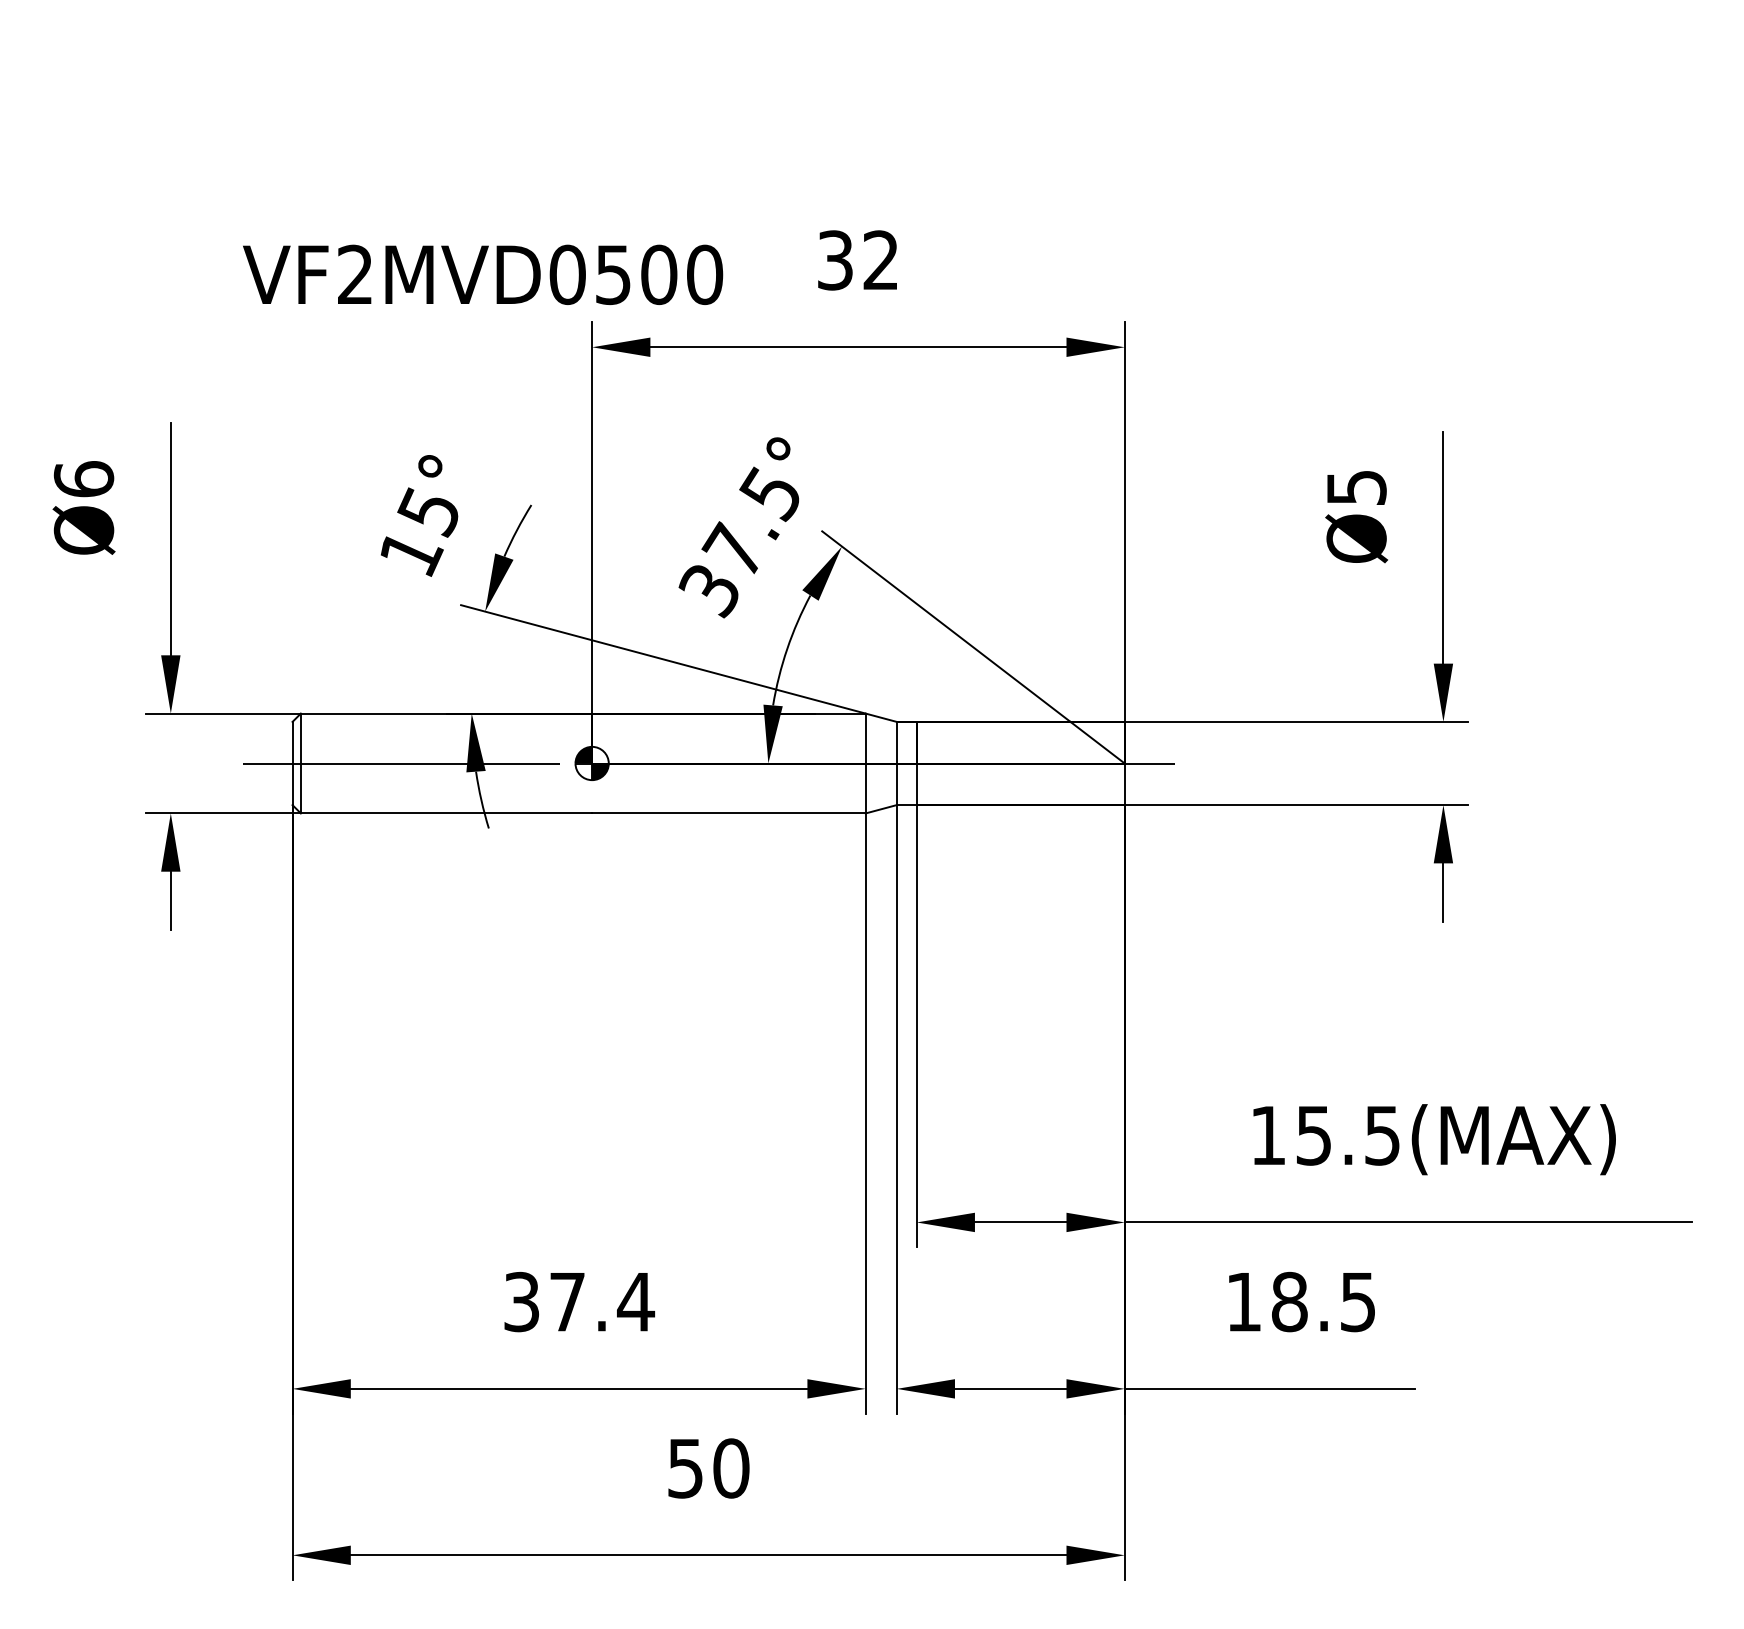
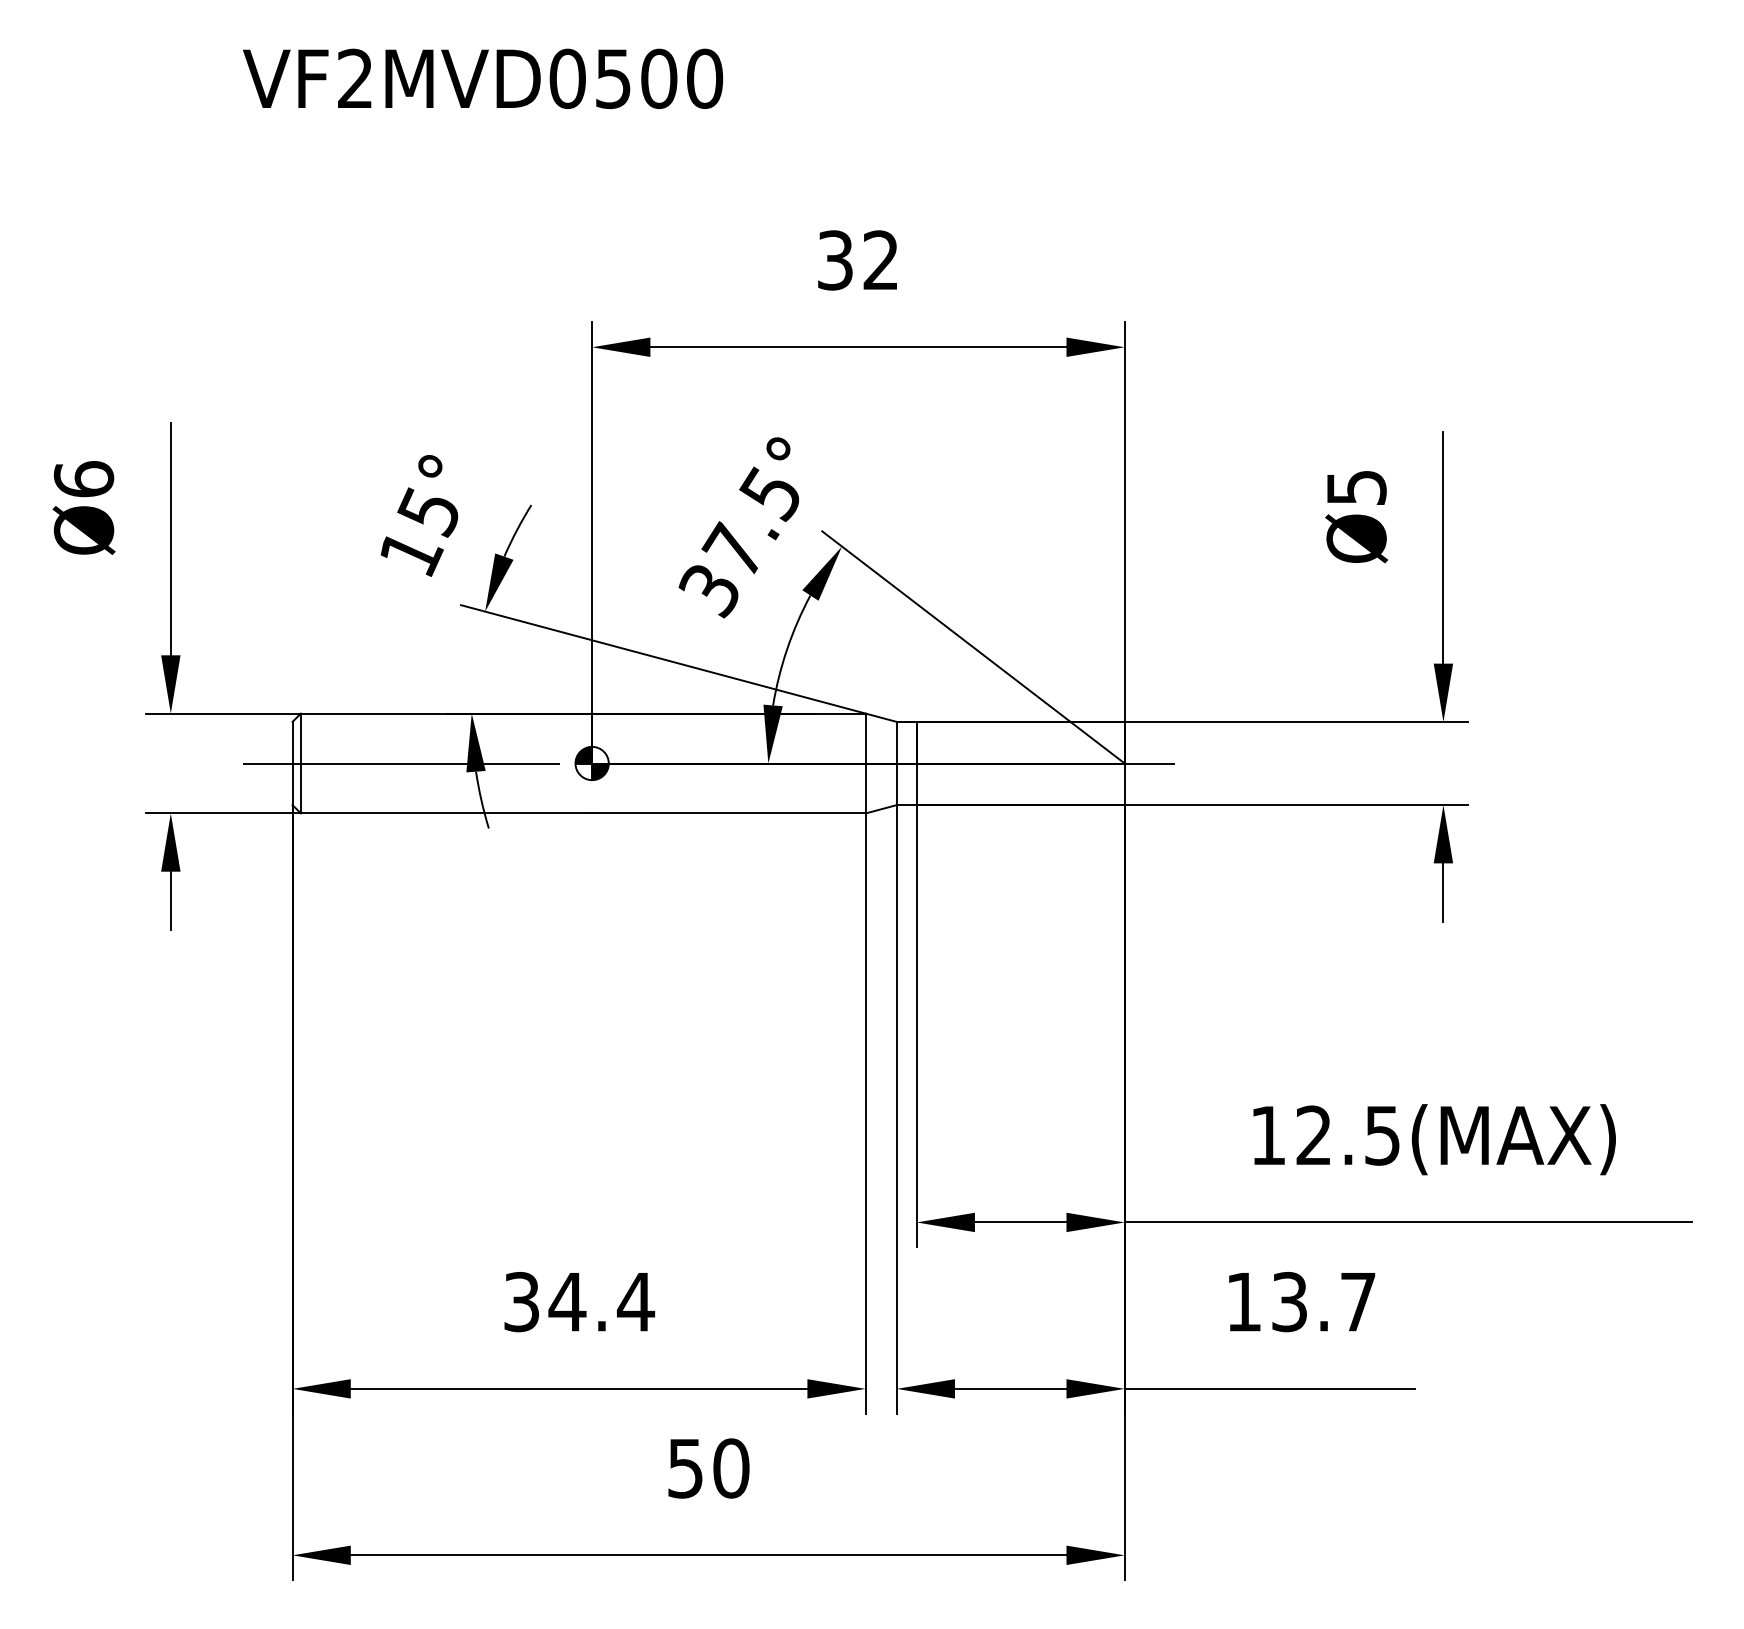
text at (483, 274) position: (483, 274) -> (483, 78)
text at (1313, 1135): 15.5(MAX) -> 12.5(MAX)
text at (567, 1302): 37.4 -> 34.4
text at (1323, 1302): 18.5 -> 13.7
